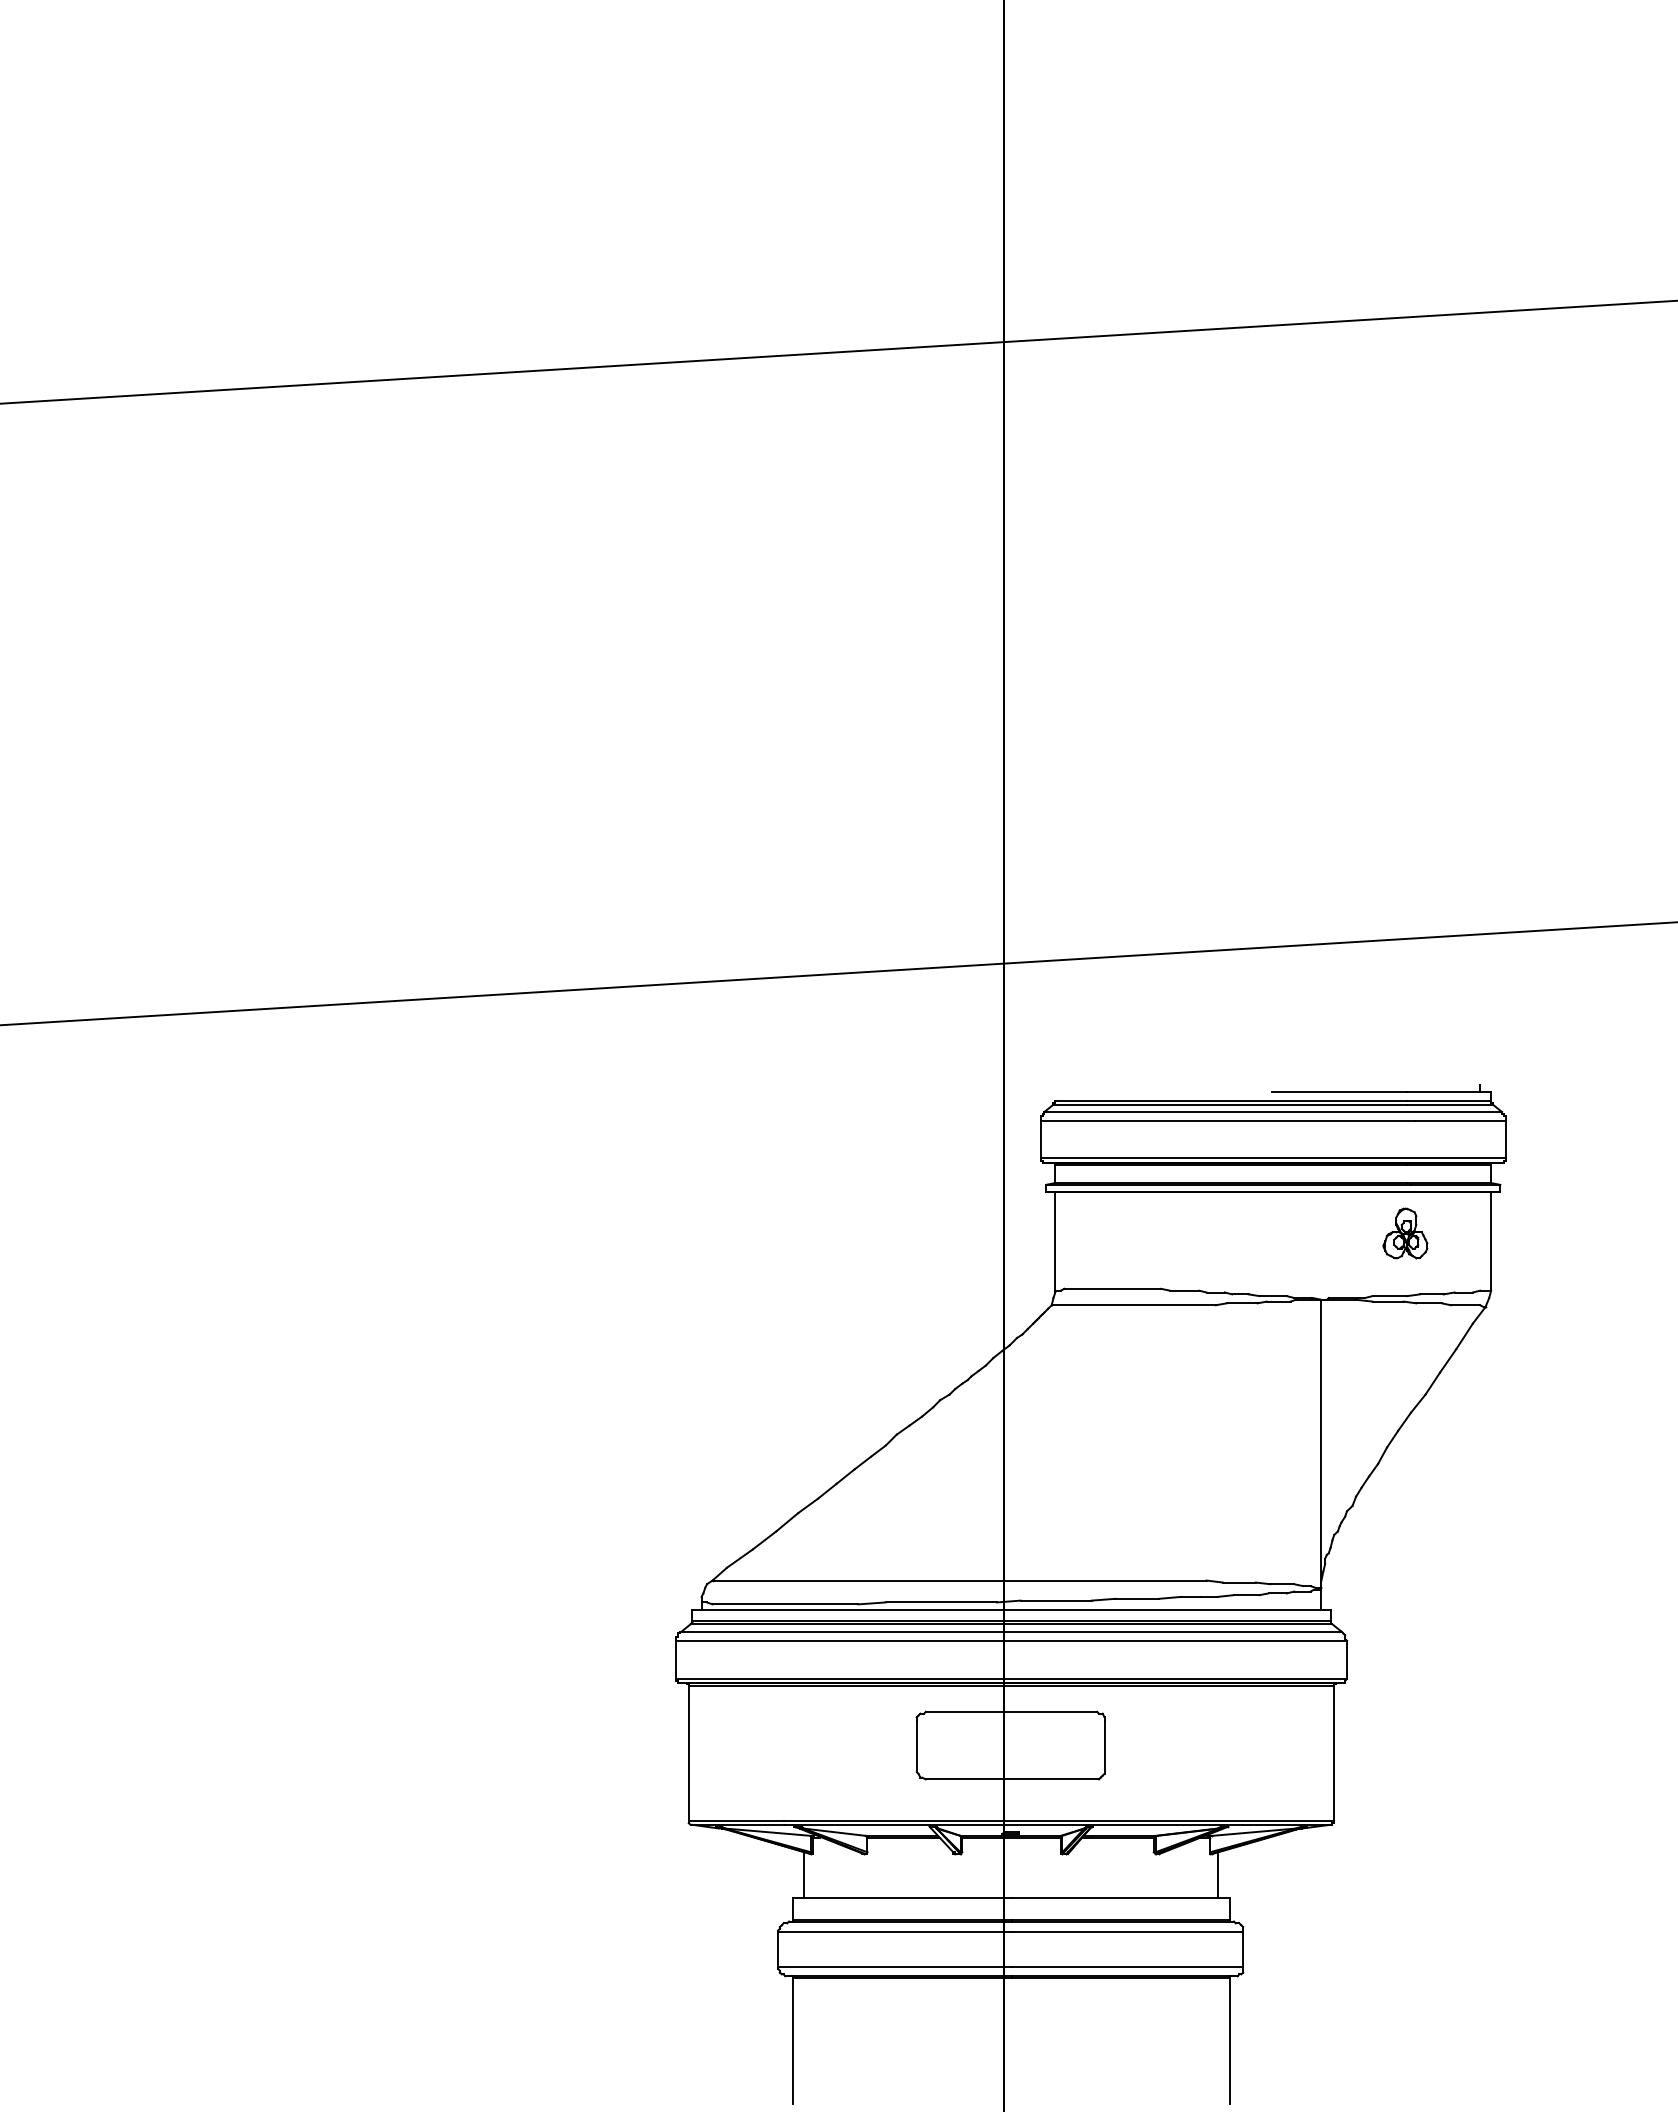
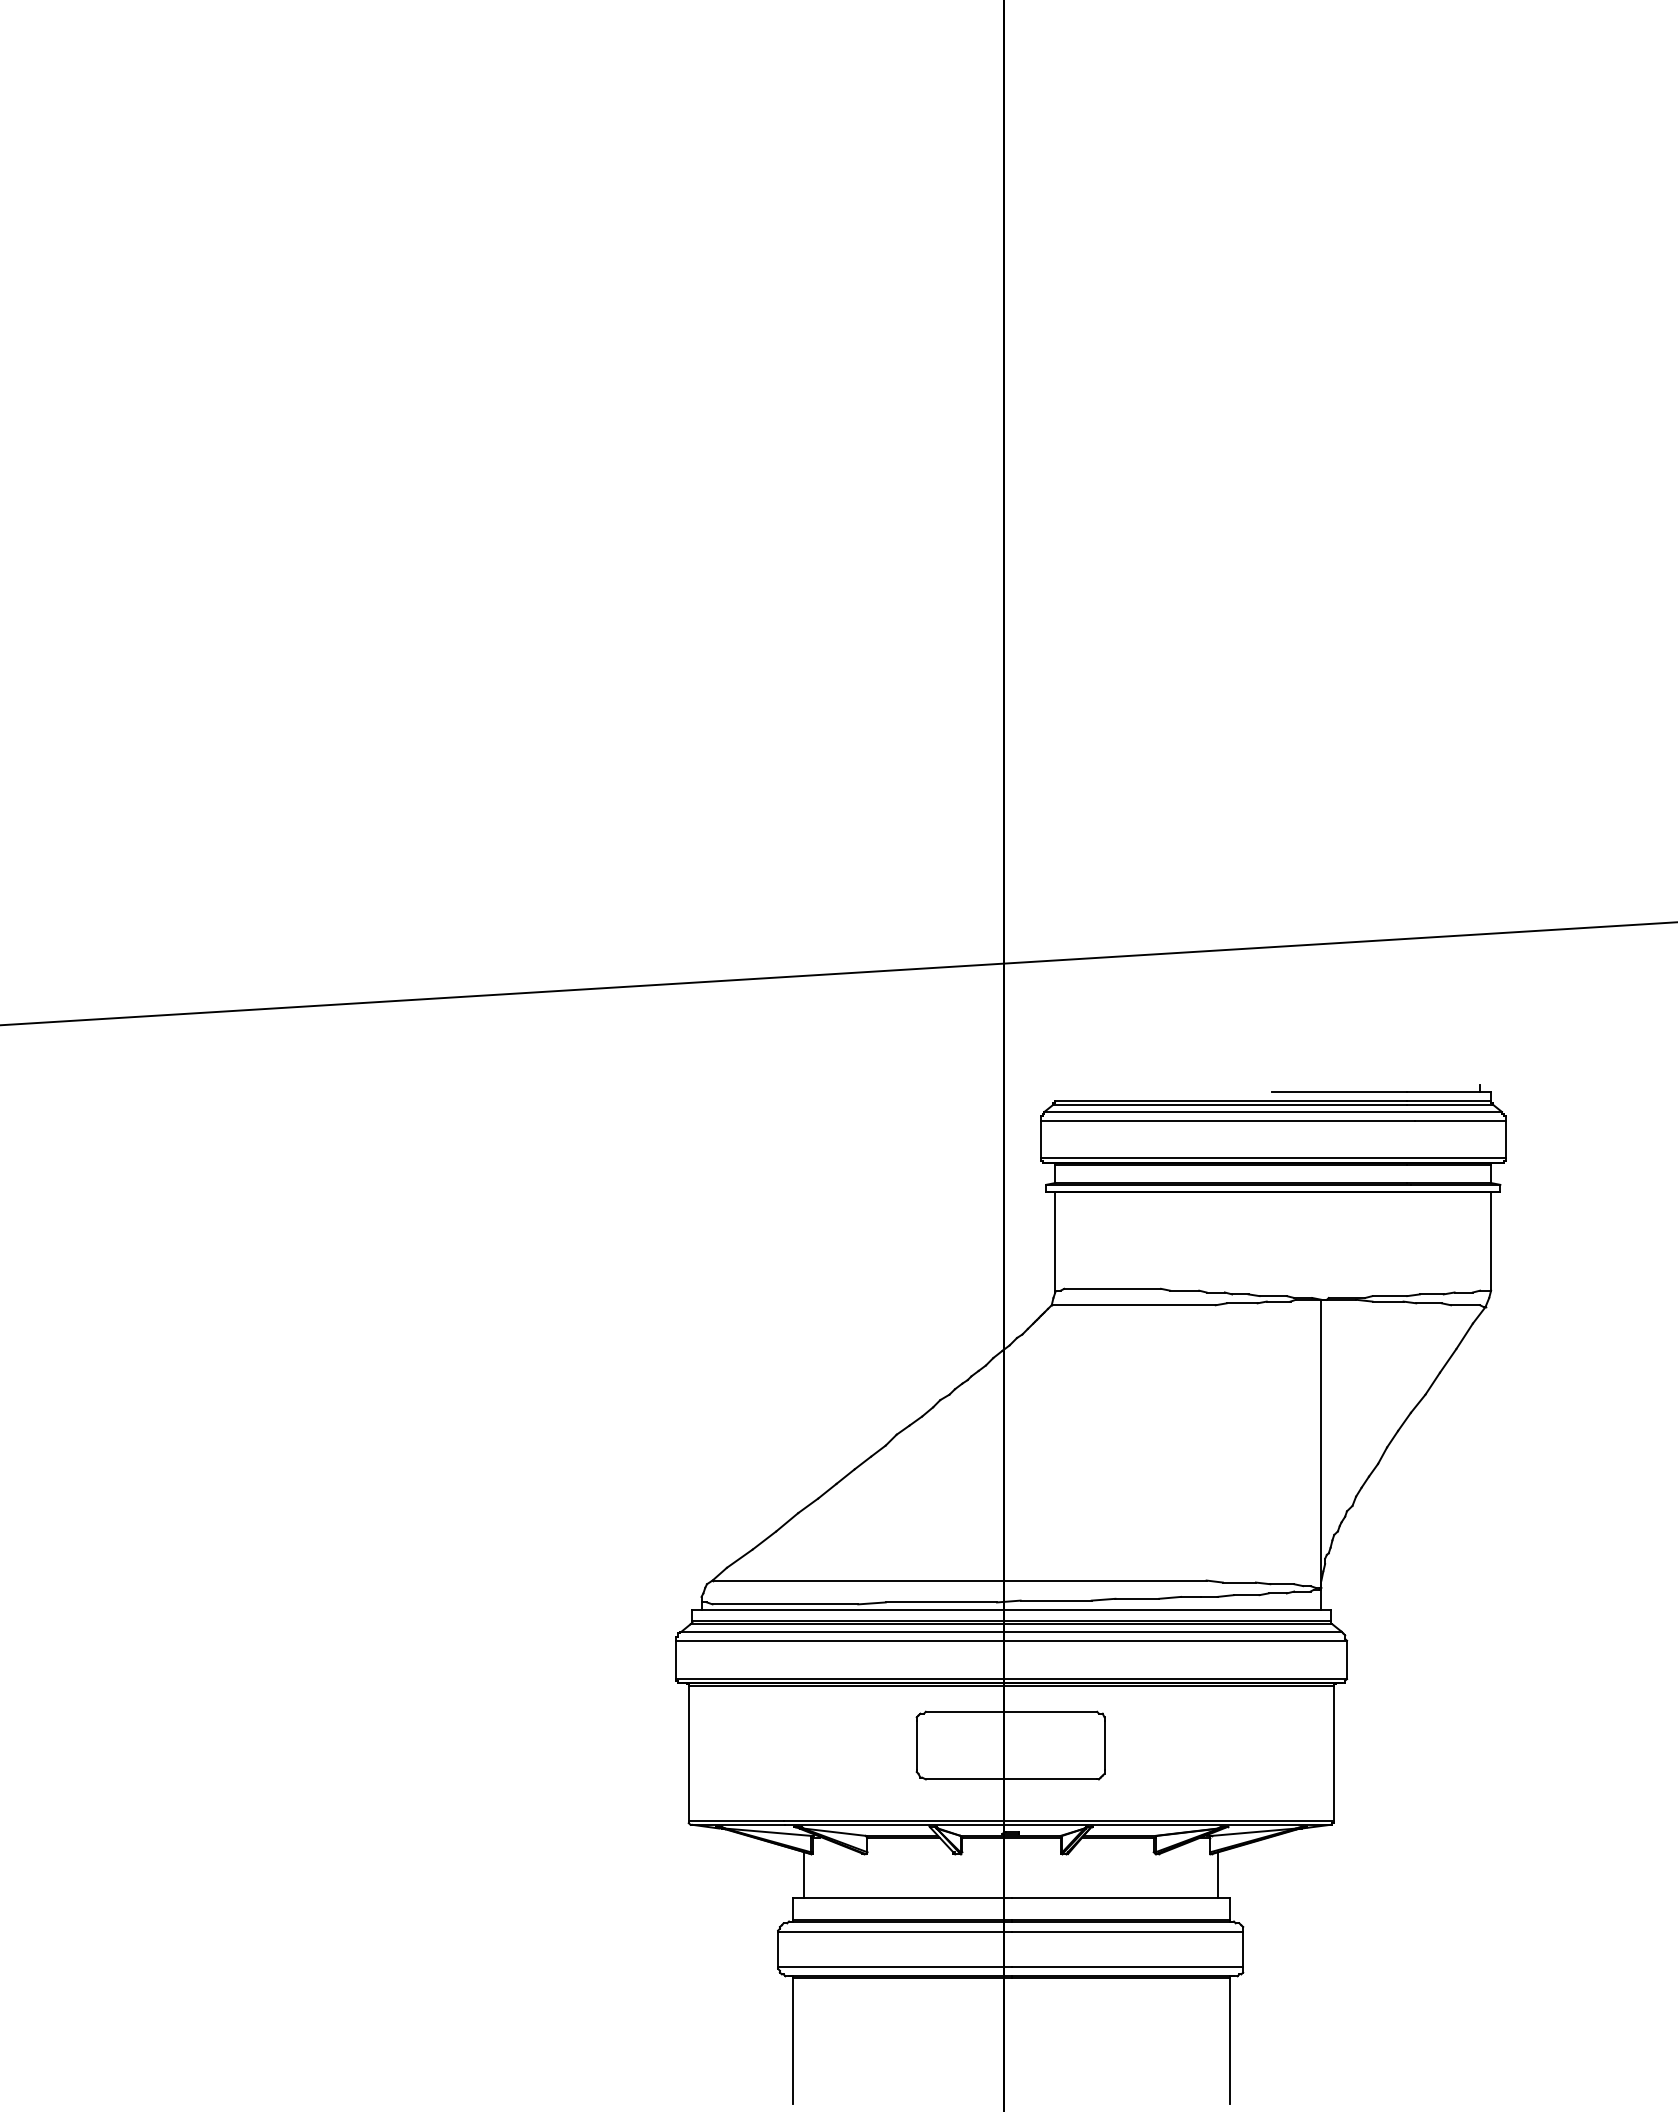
line at (838, 351): present -> none
part at (1405, 1233): present -> none
